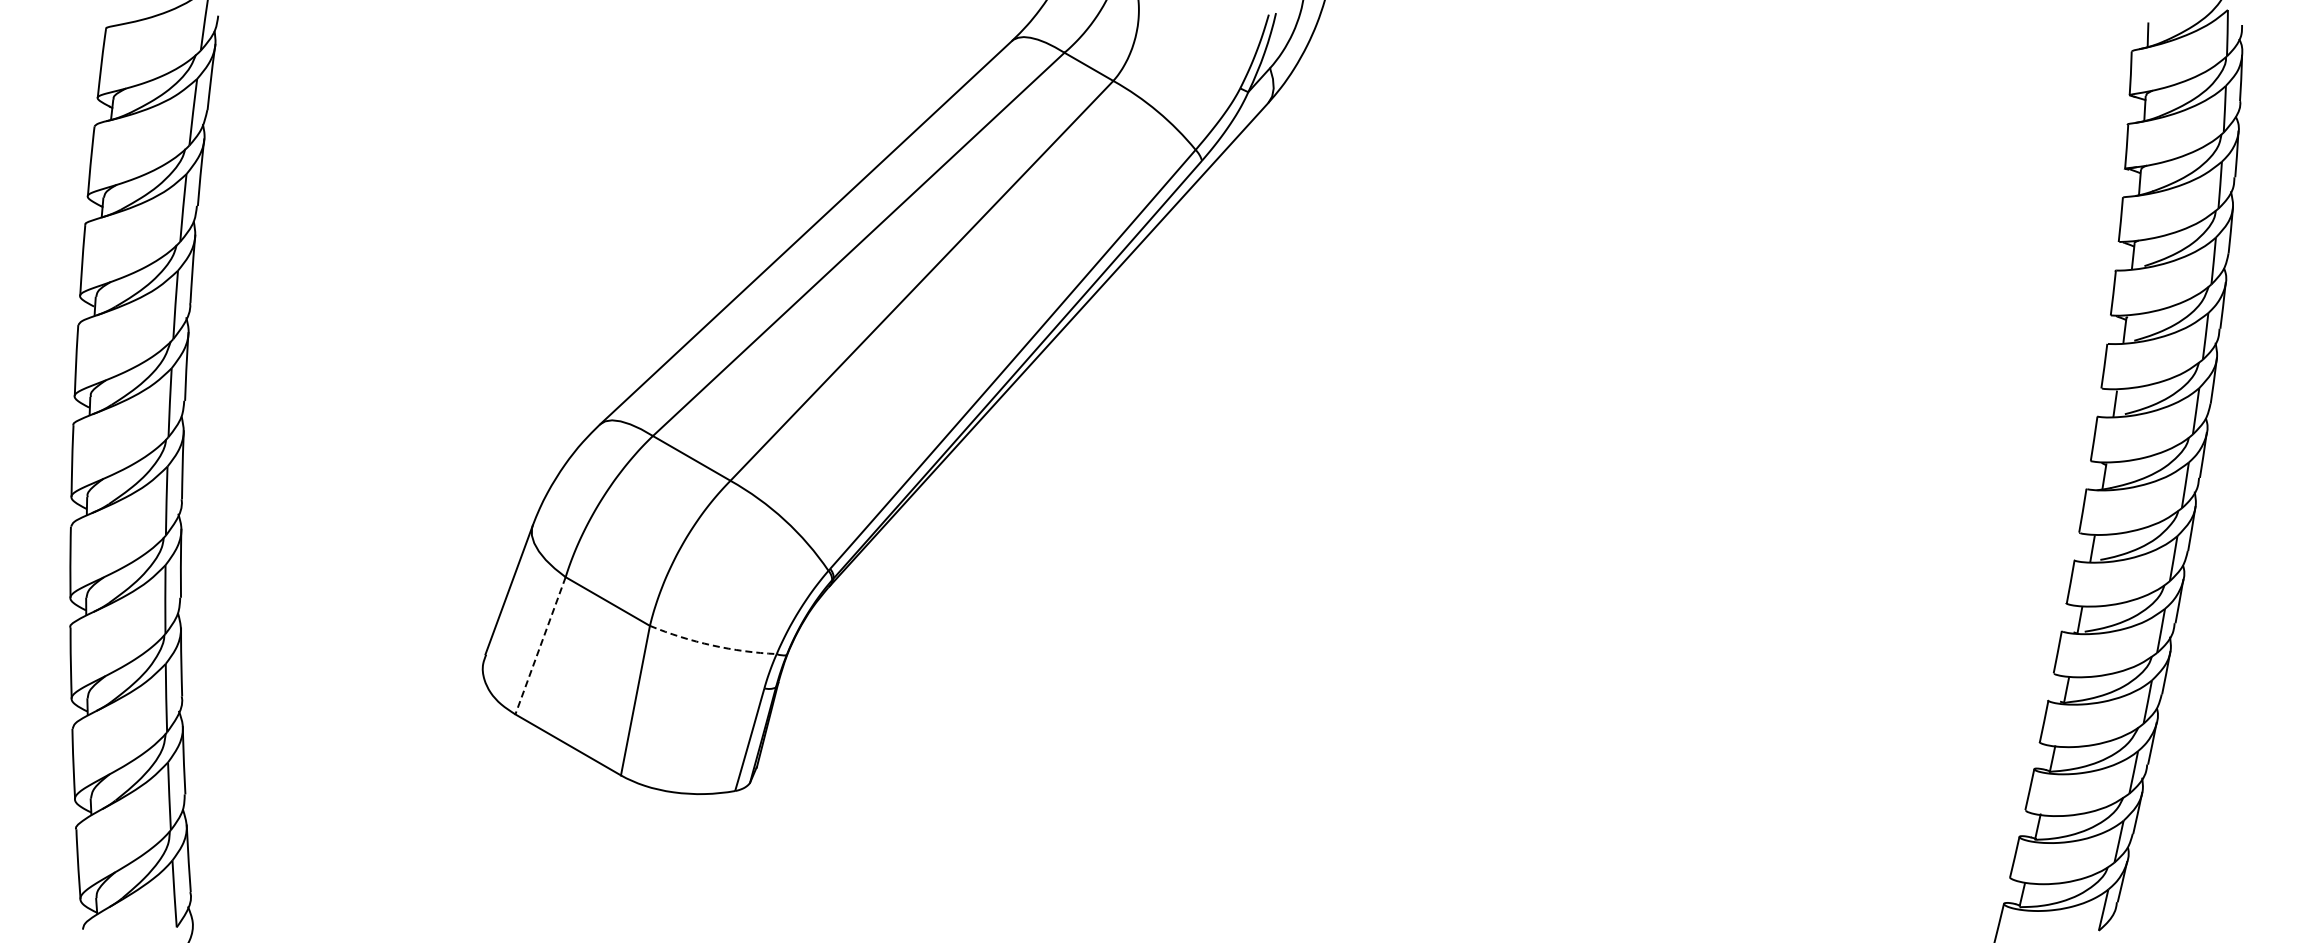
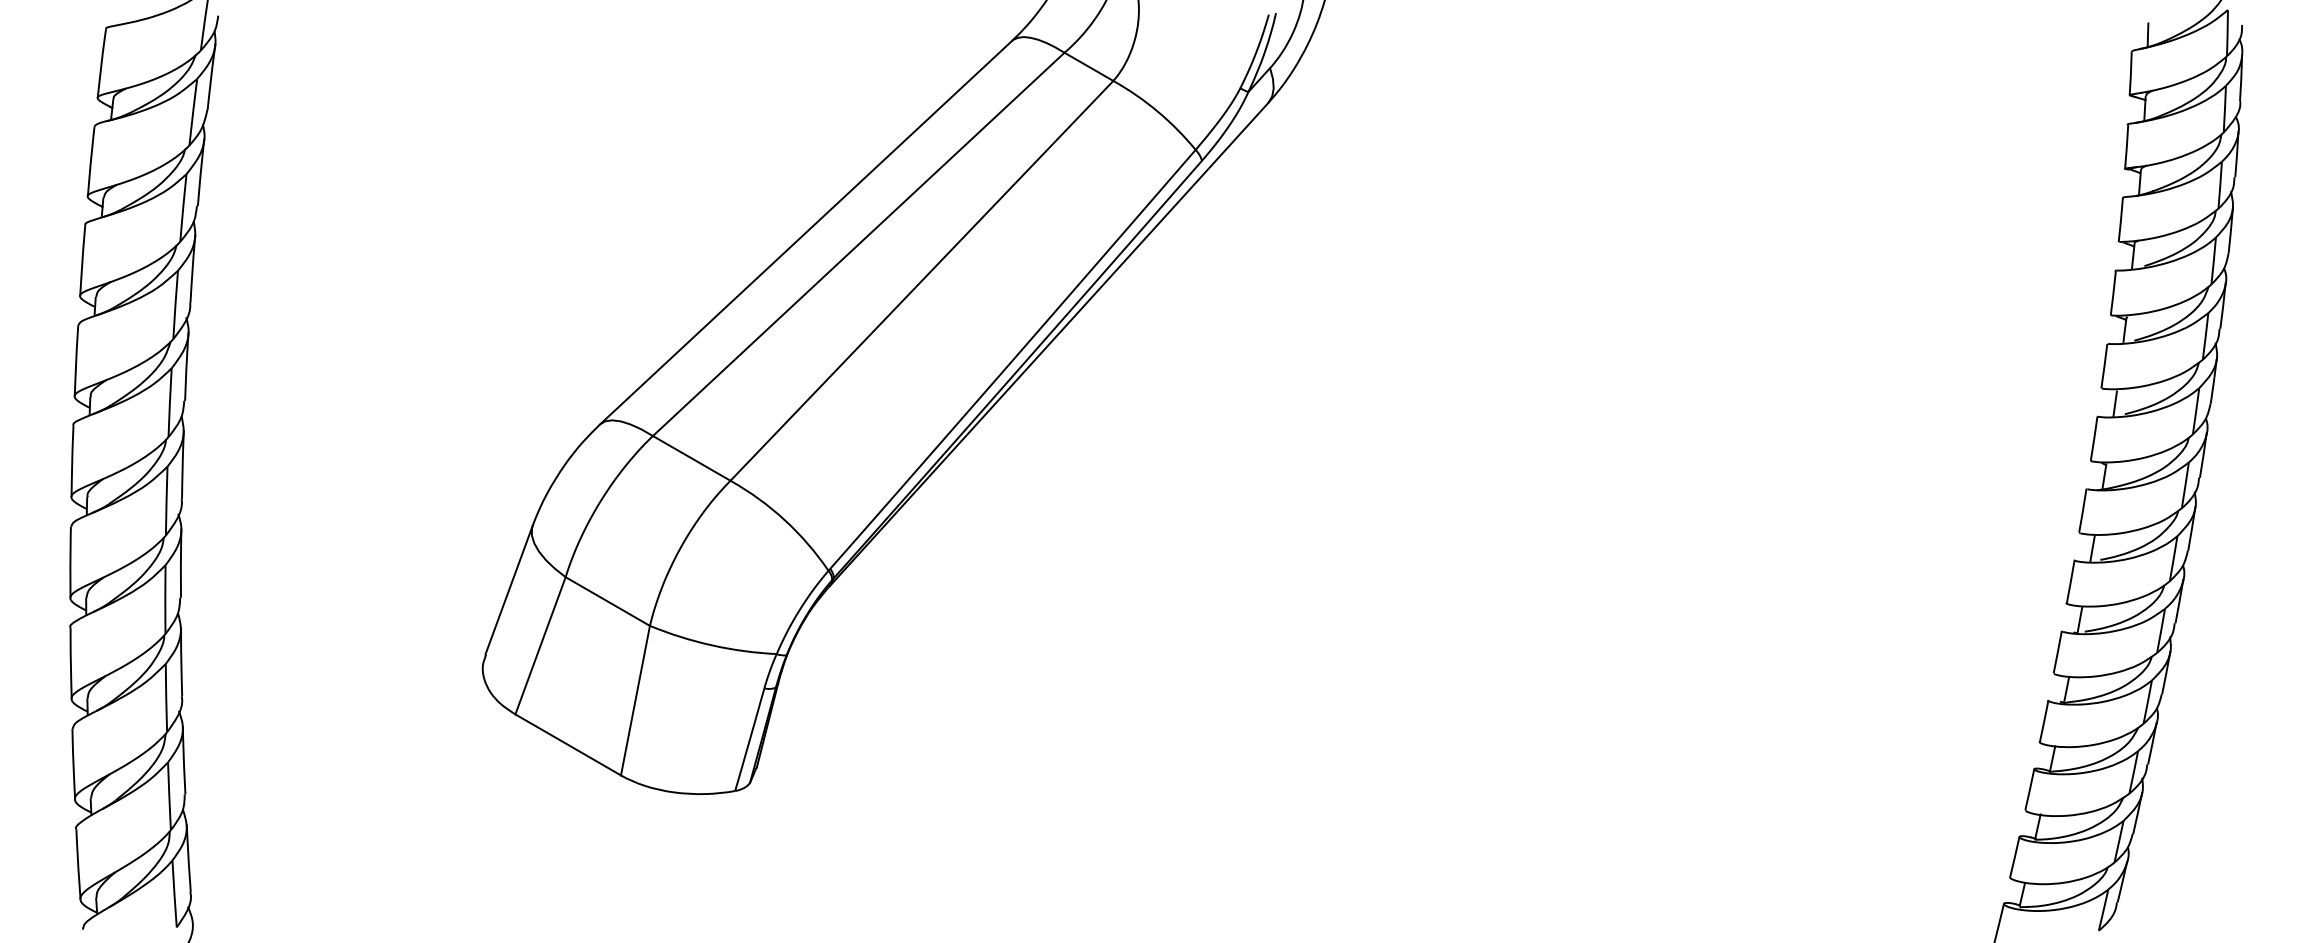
arc at (712, 645): dashed -> solid
line at (540, 646): dashed -> solid
